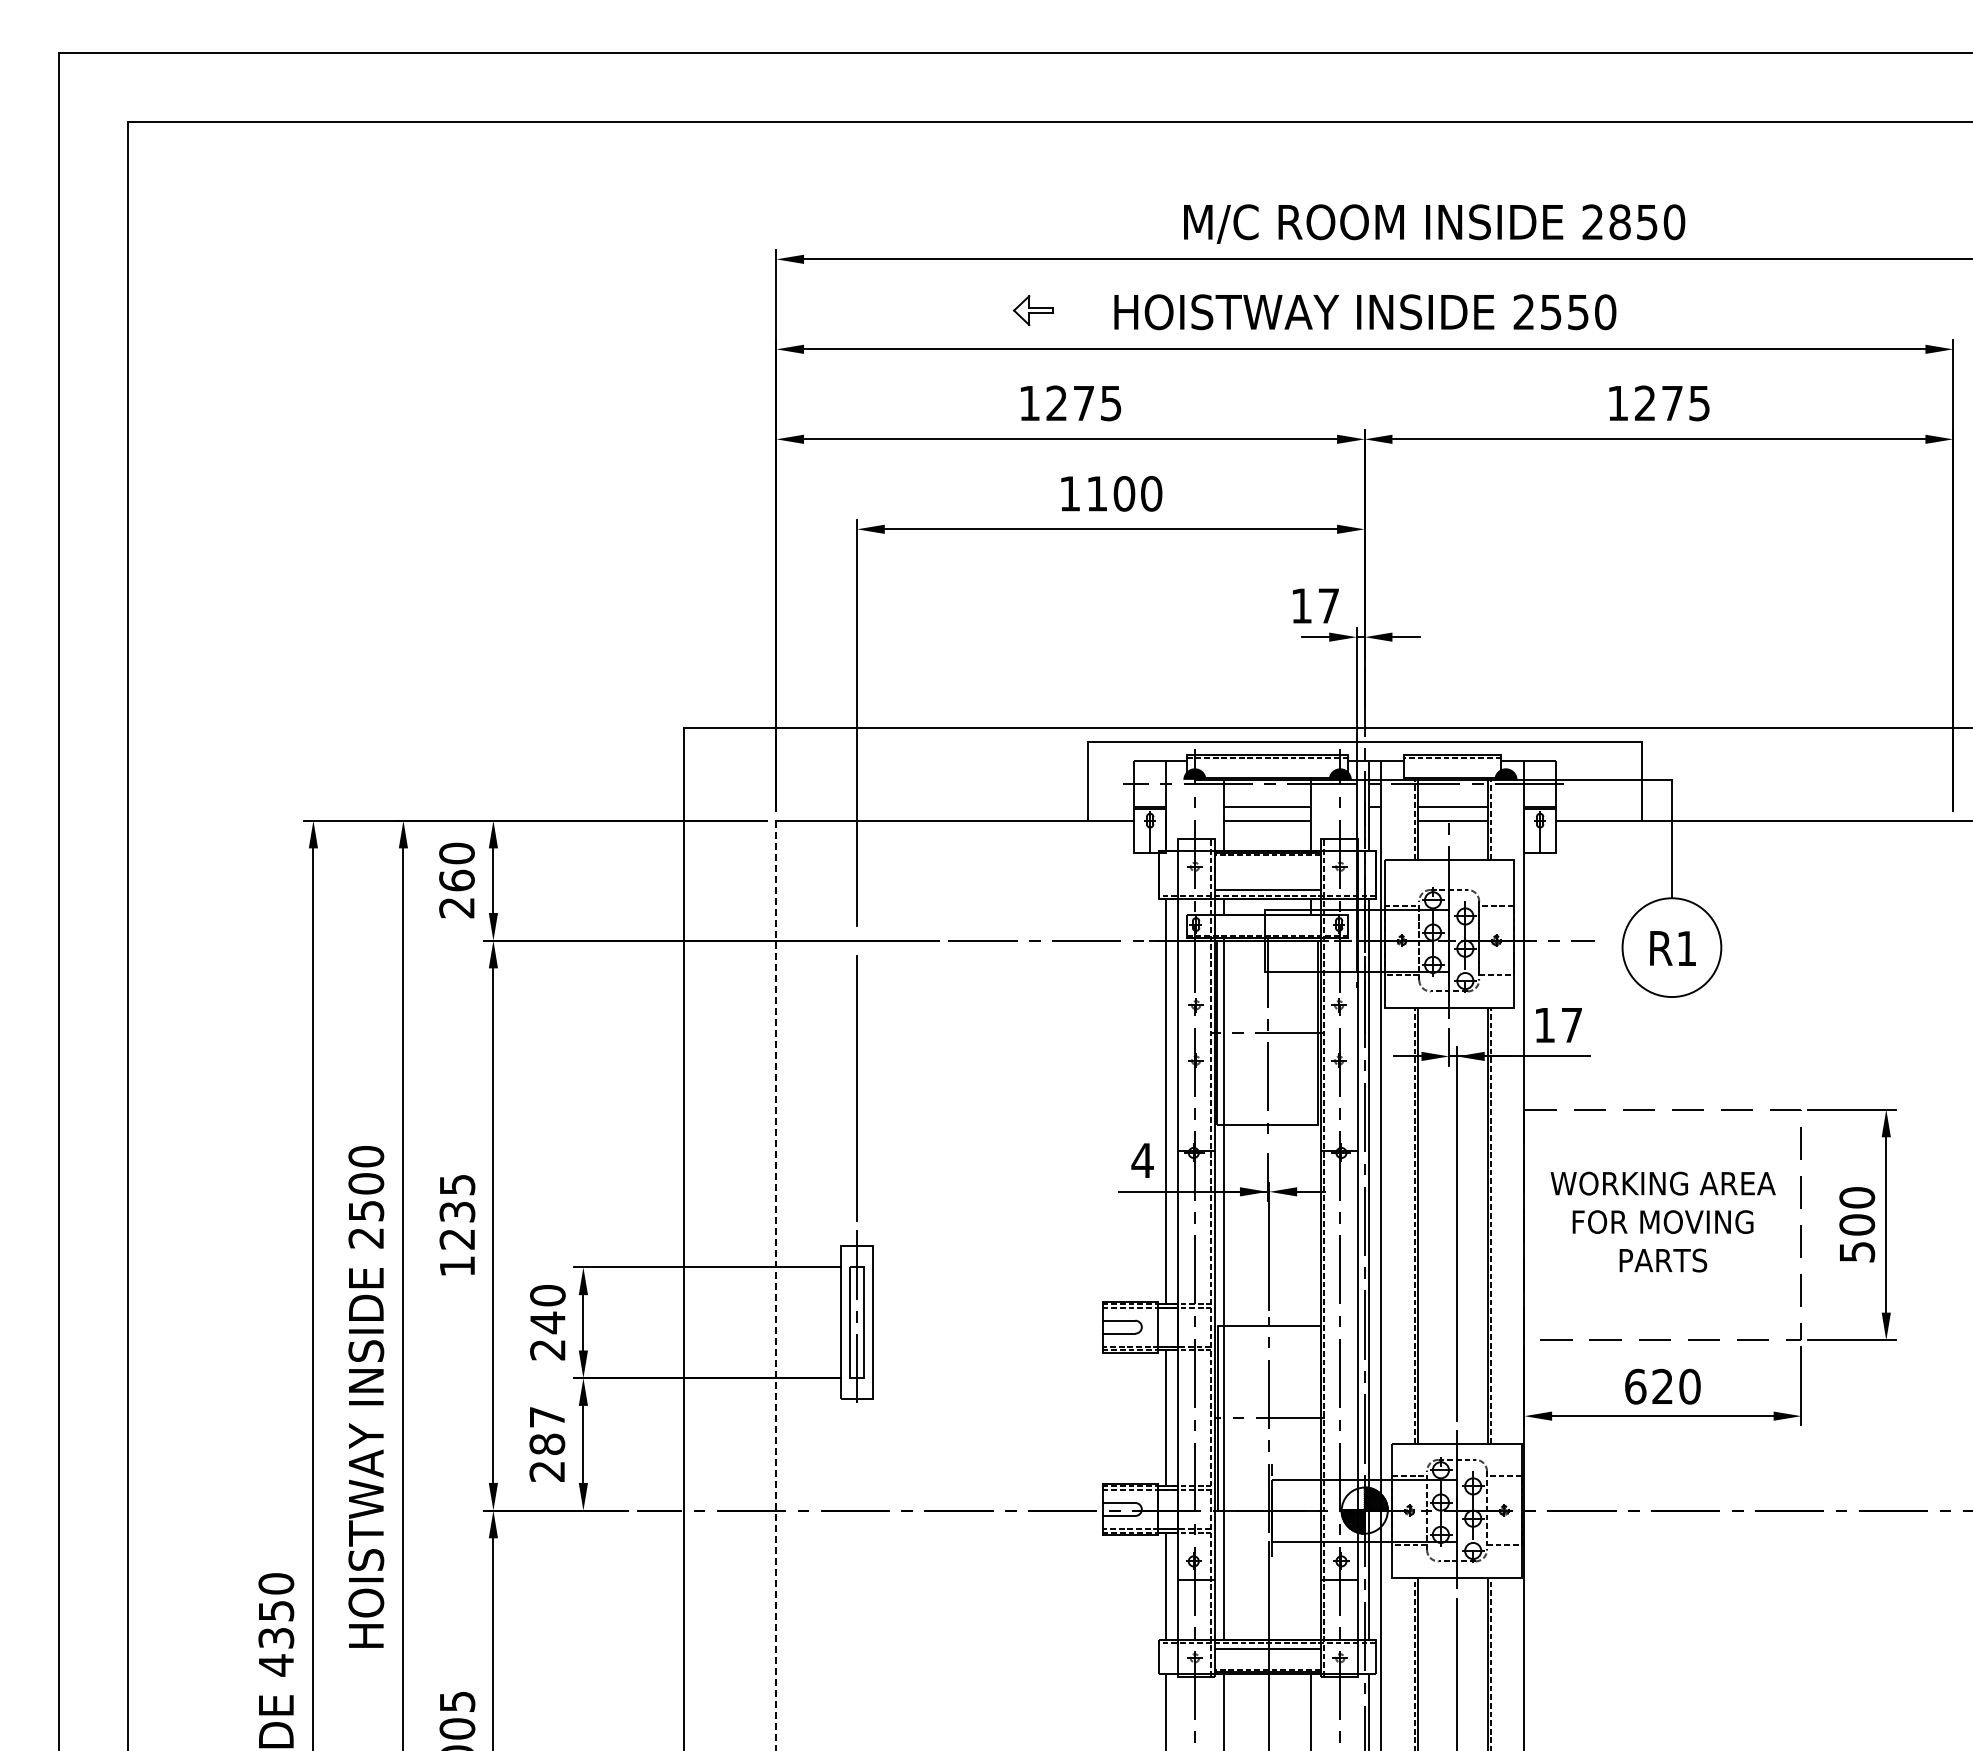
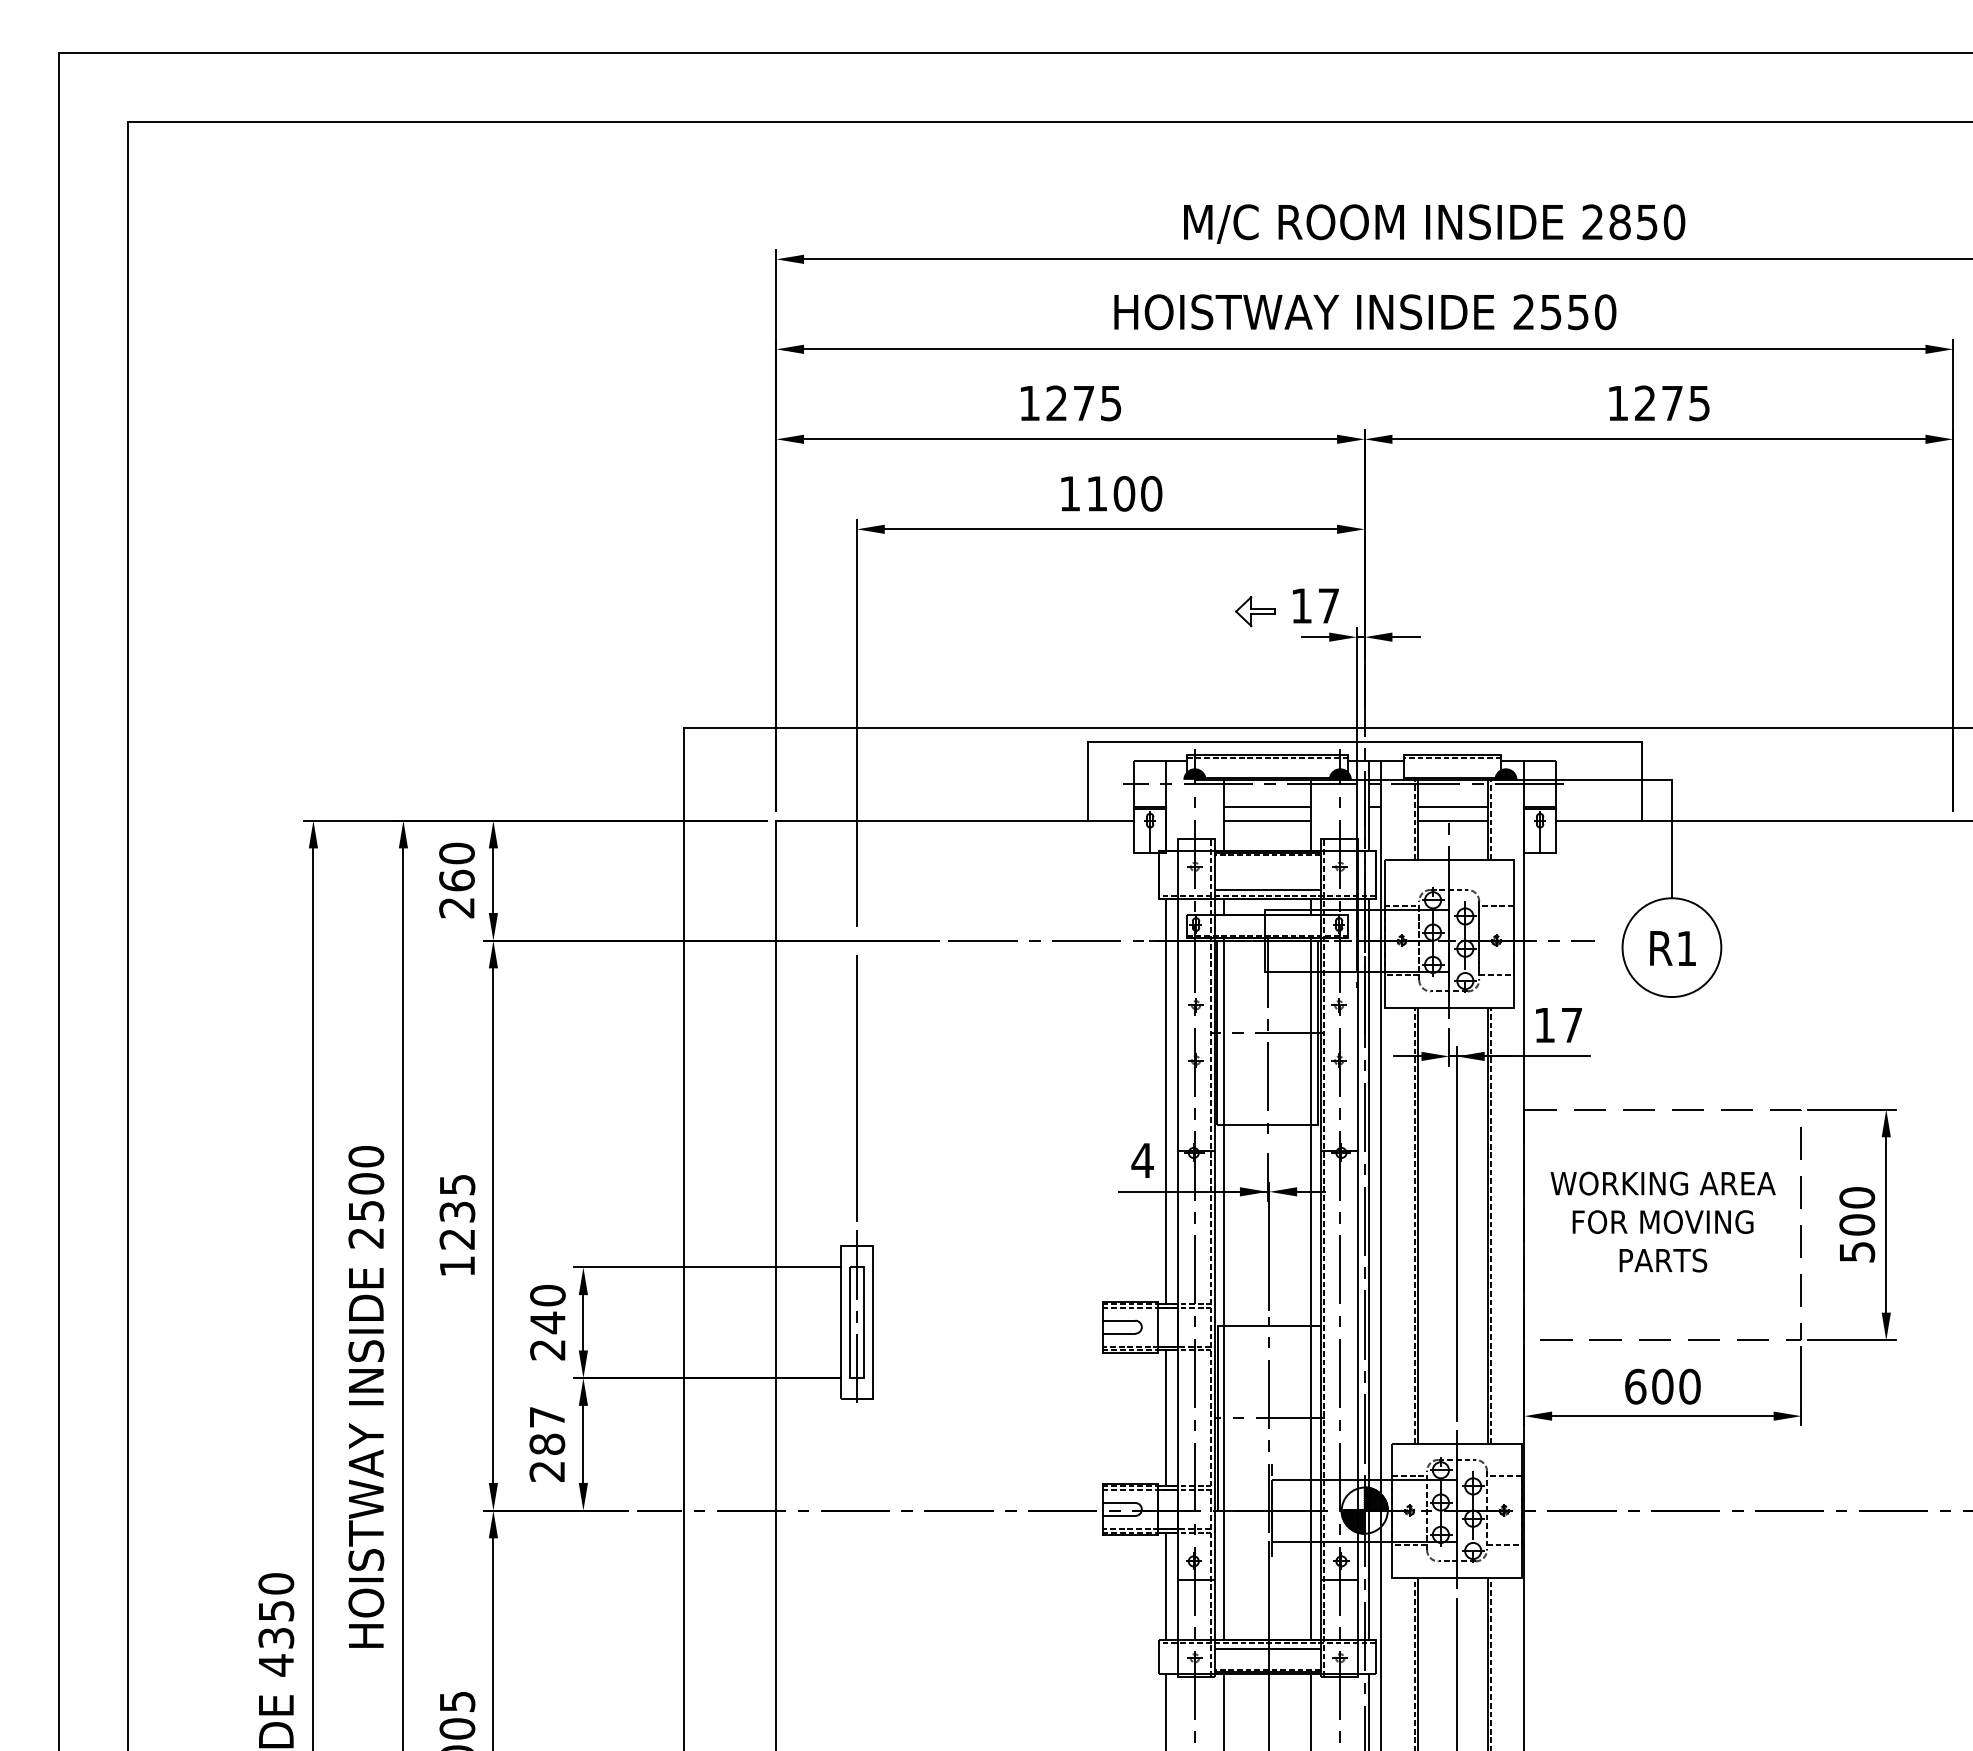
part at (1033, 310) position: (1033, 310) -> (1255, 611)
line at (776, 1285): dashed -> solid
line at (1311, 1288): none -> present
text at (1662, 1386): 620 -> 600
